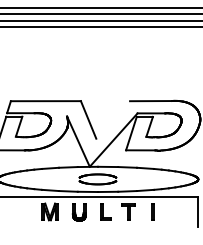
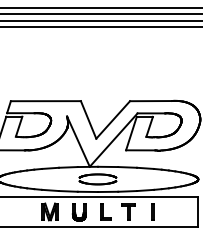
line at (113, 119): none -> present
line at (100, 227): none -> present
